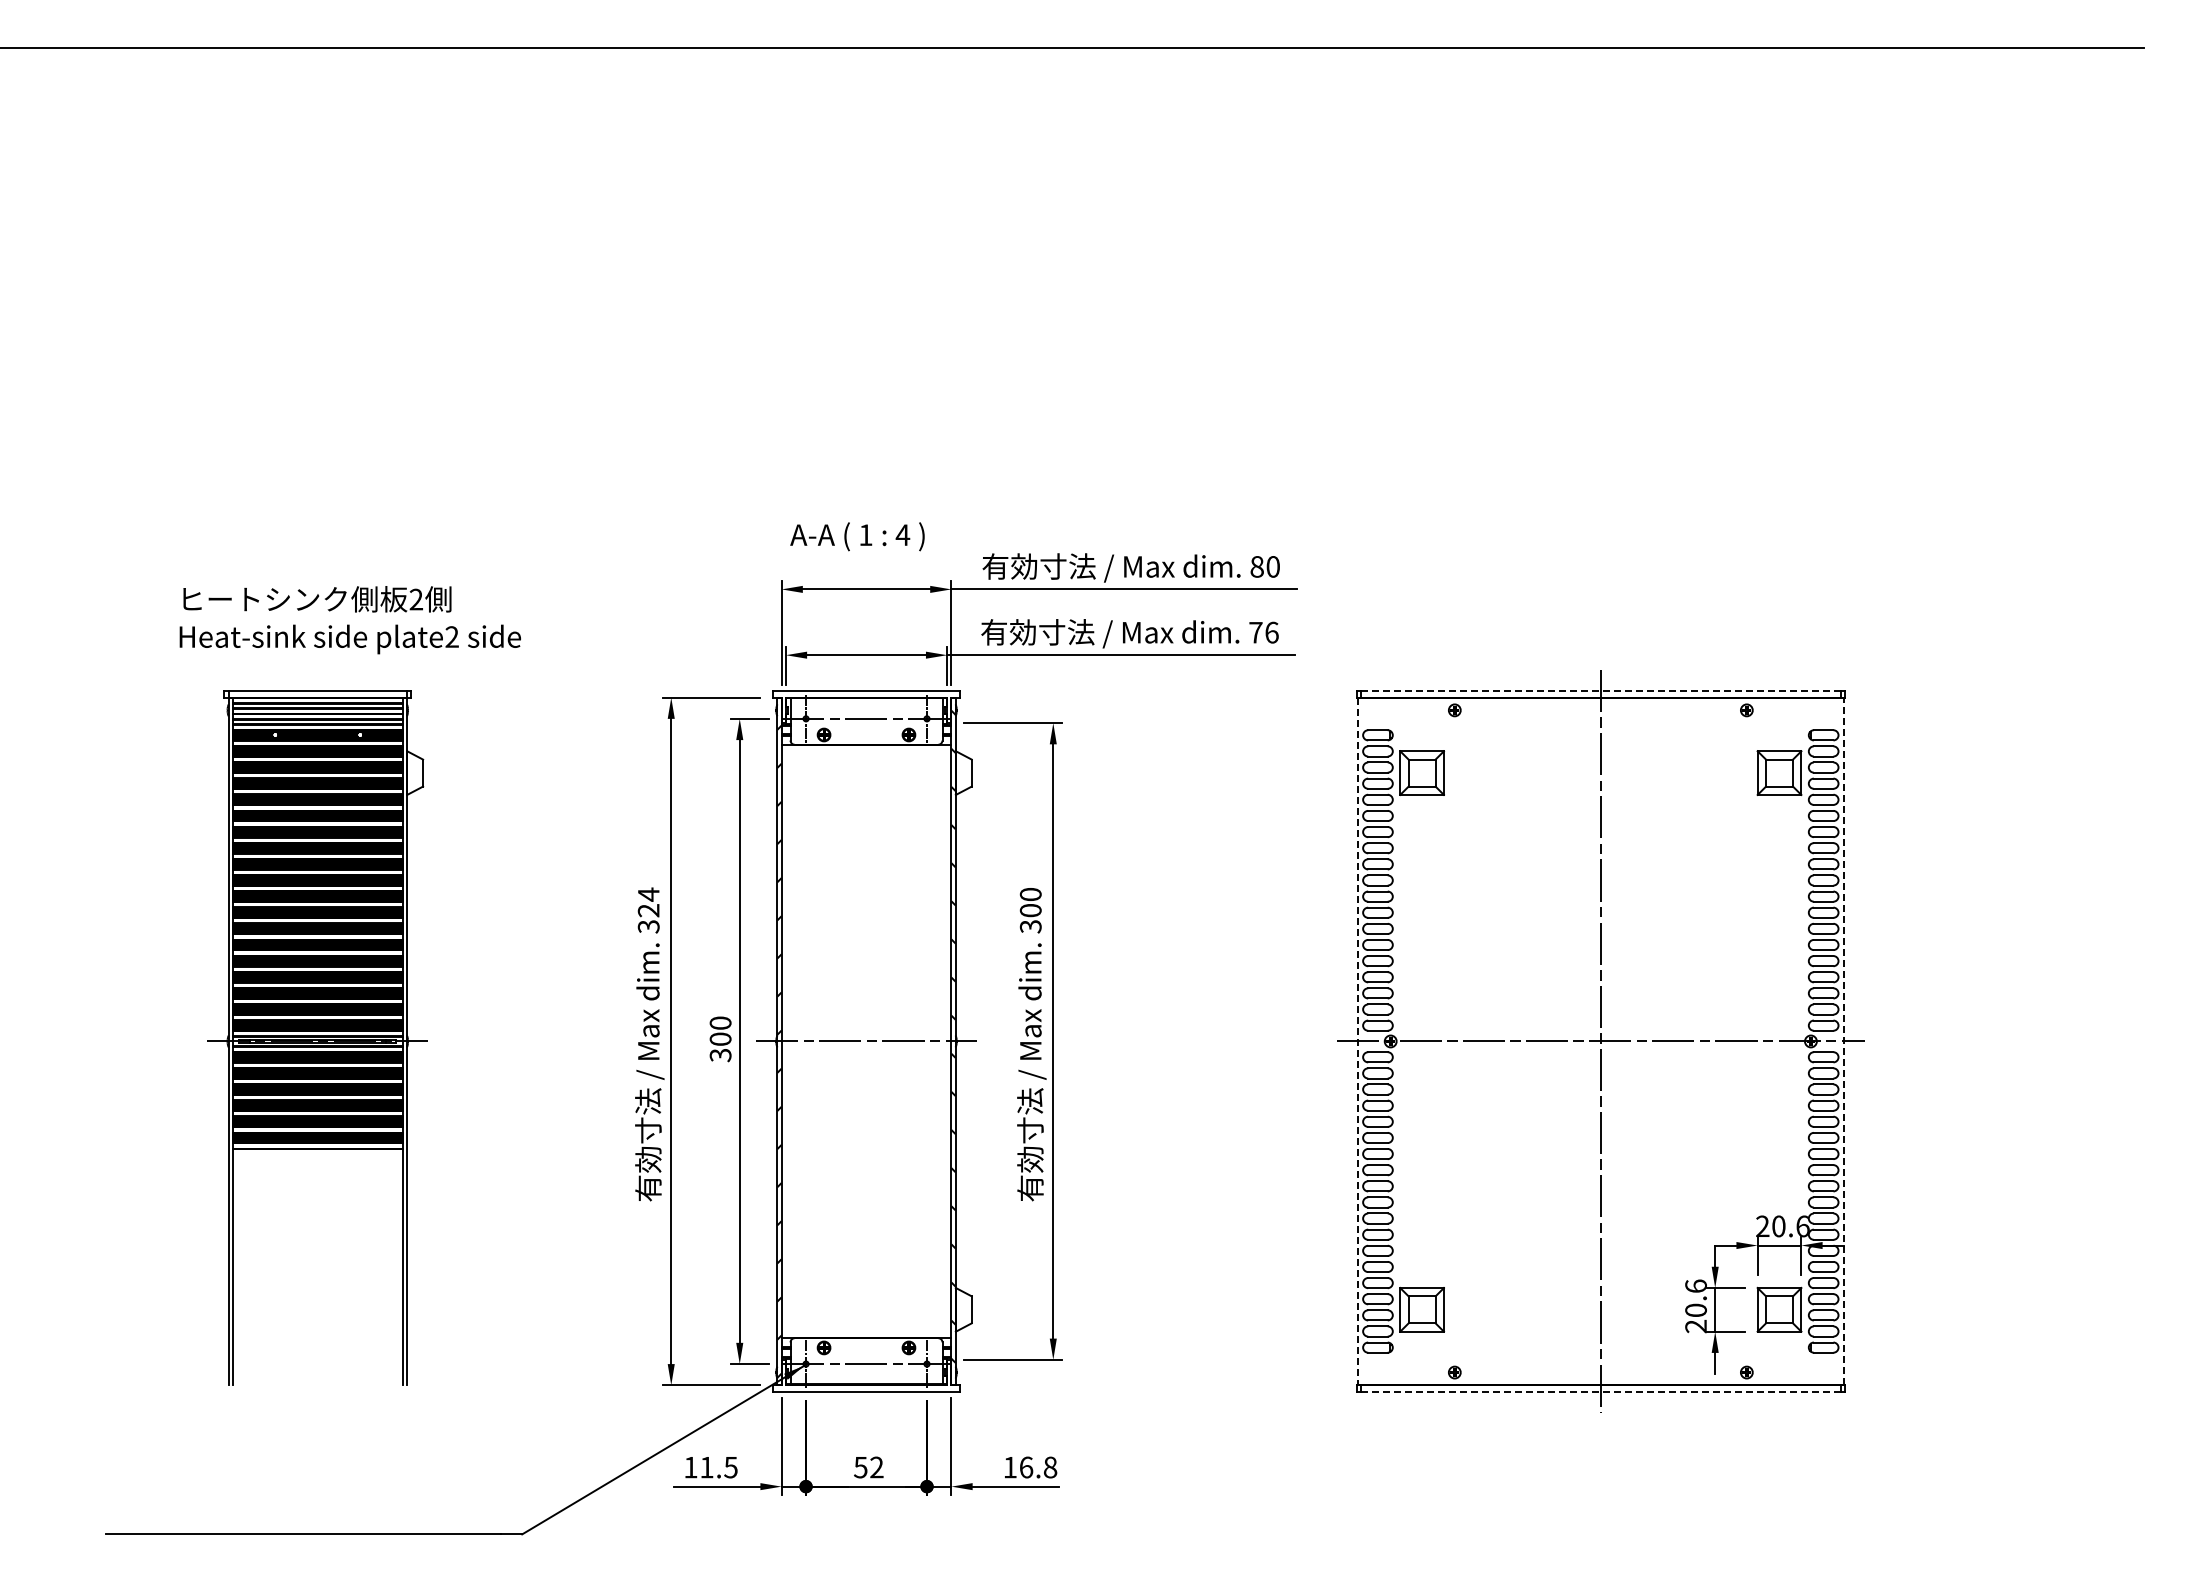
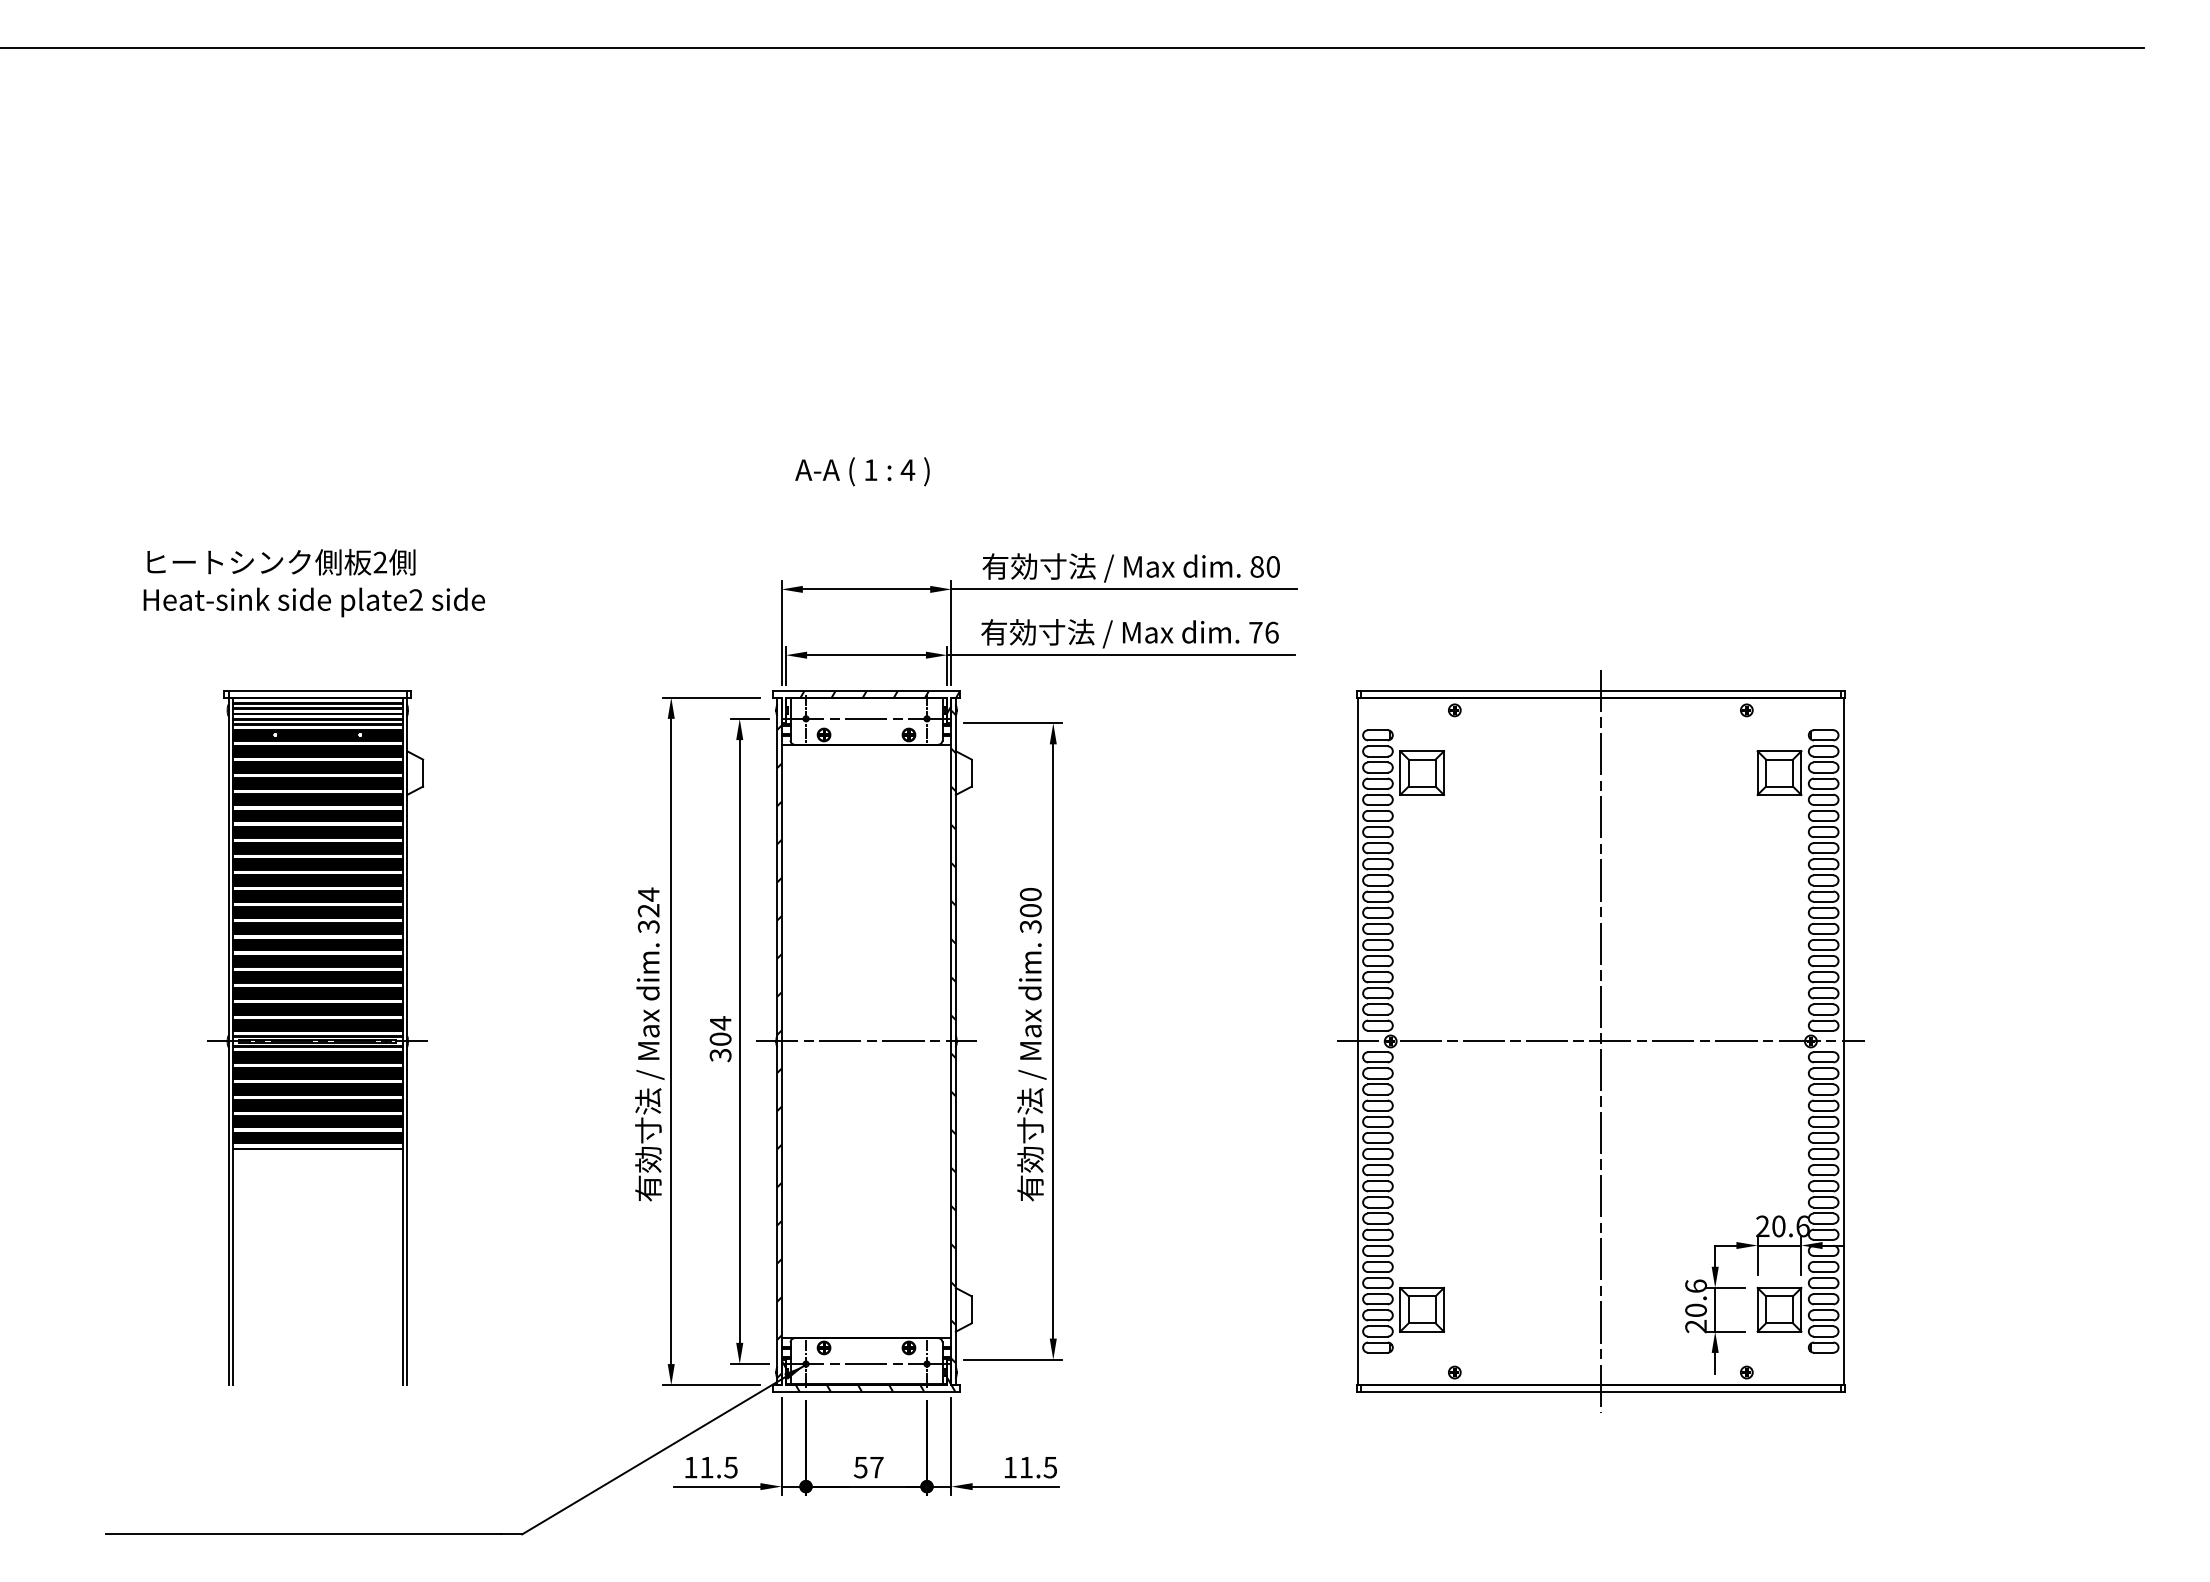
text at (857, 536) position: (857, 536) -> (862, 471)
text at (349, 620) position: (349, 620) -> (313, 583)
line at (1600, 691): dashed -> solid
hatch at (866, 702): none -> present
text at (720, 1023): 300 -> 304
line at (1843, 1040): dashed -> solid
line at (1357, 1041): dashed -> solid
hatch at (868, 1375): none -> present
line at (1600, 1391): dashed -> solid
text at (876, 1467): 52 -> 57
text at (1038, 1467): 16.8 -> 11.5
